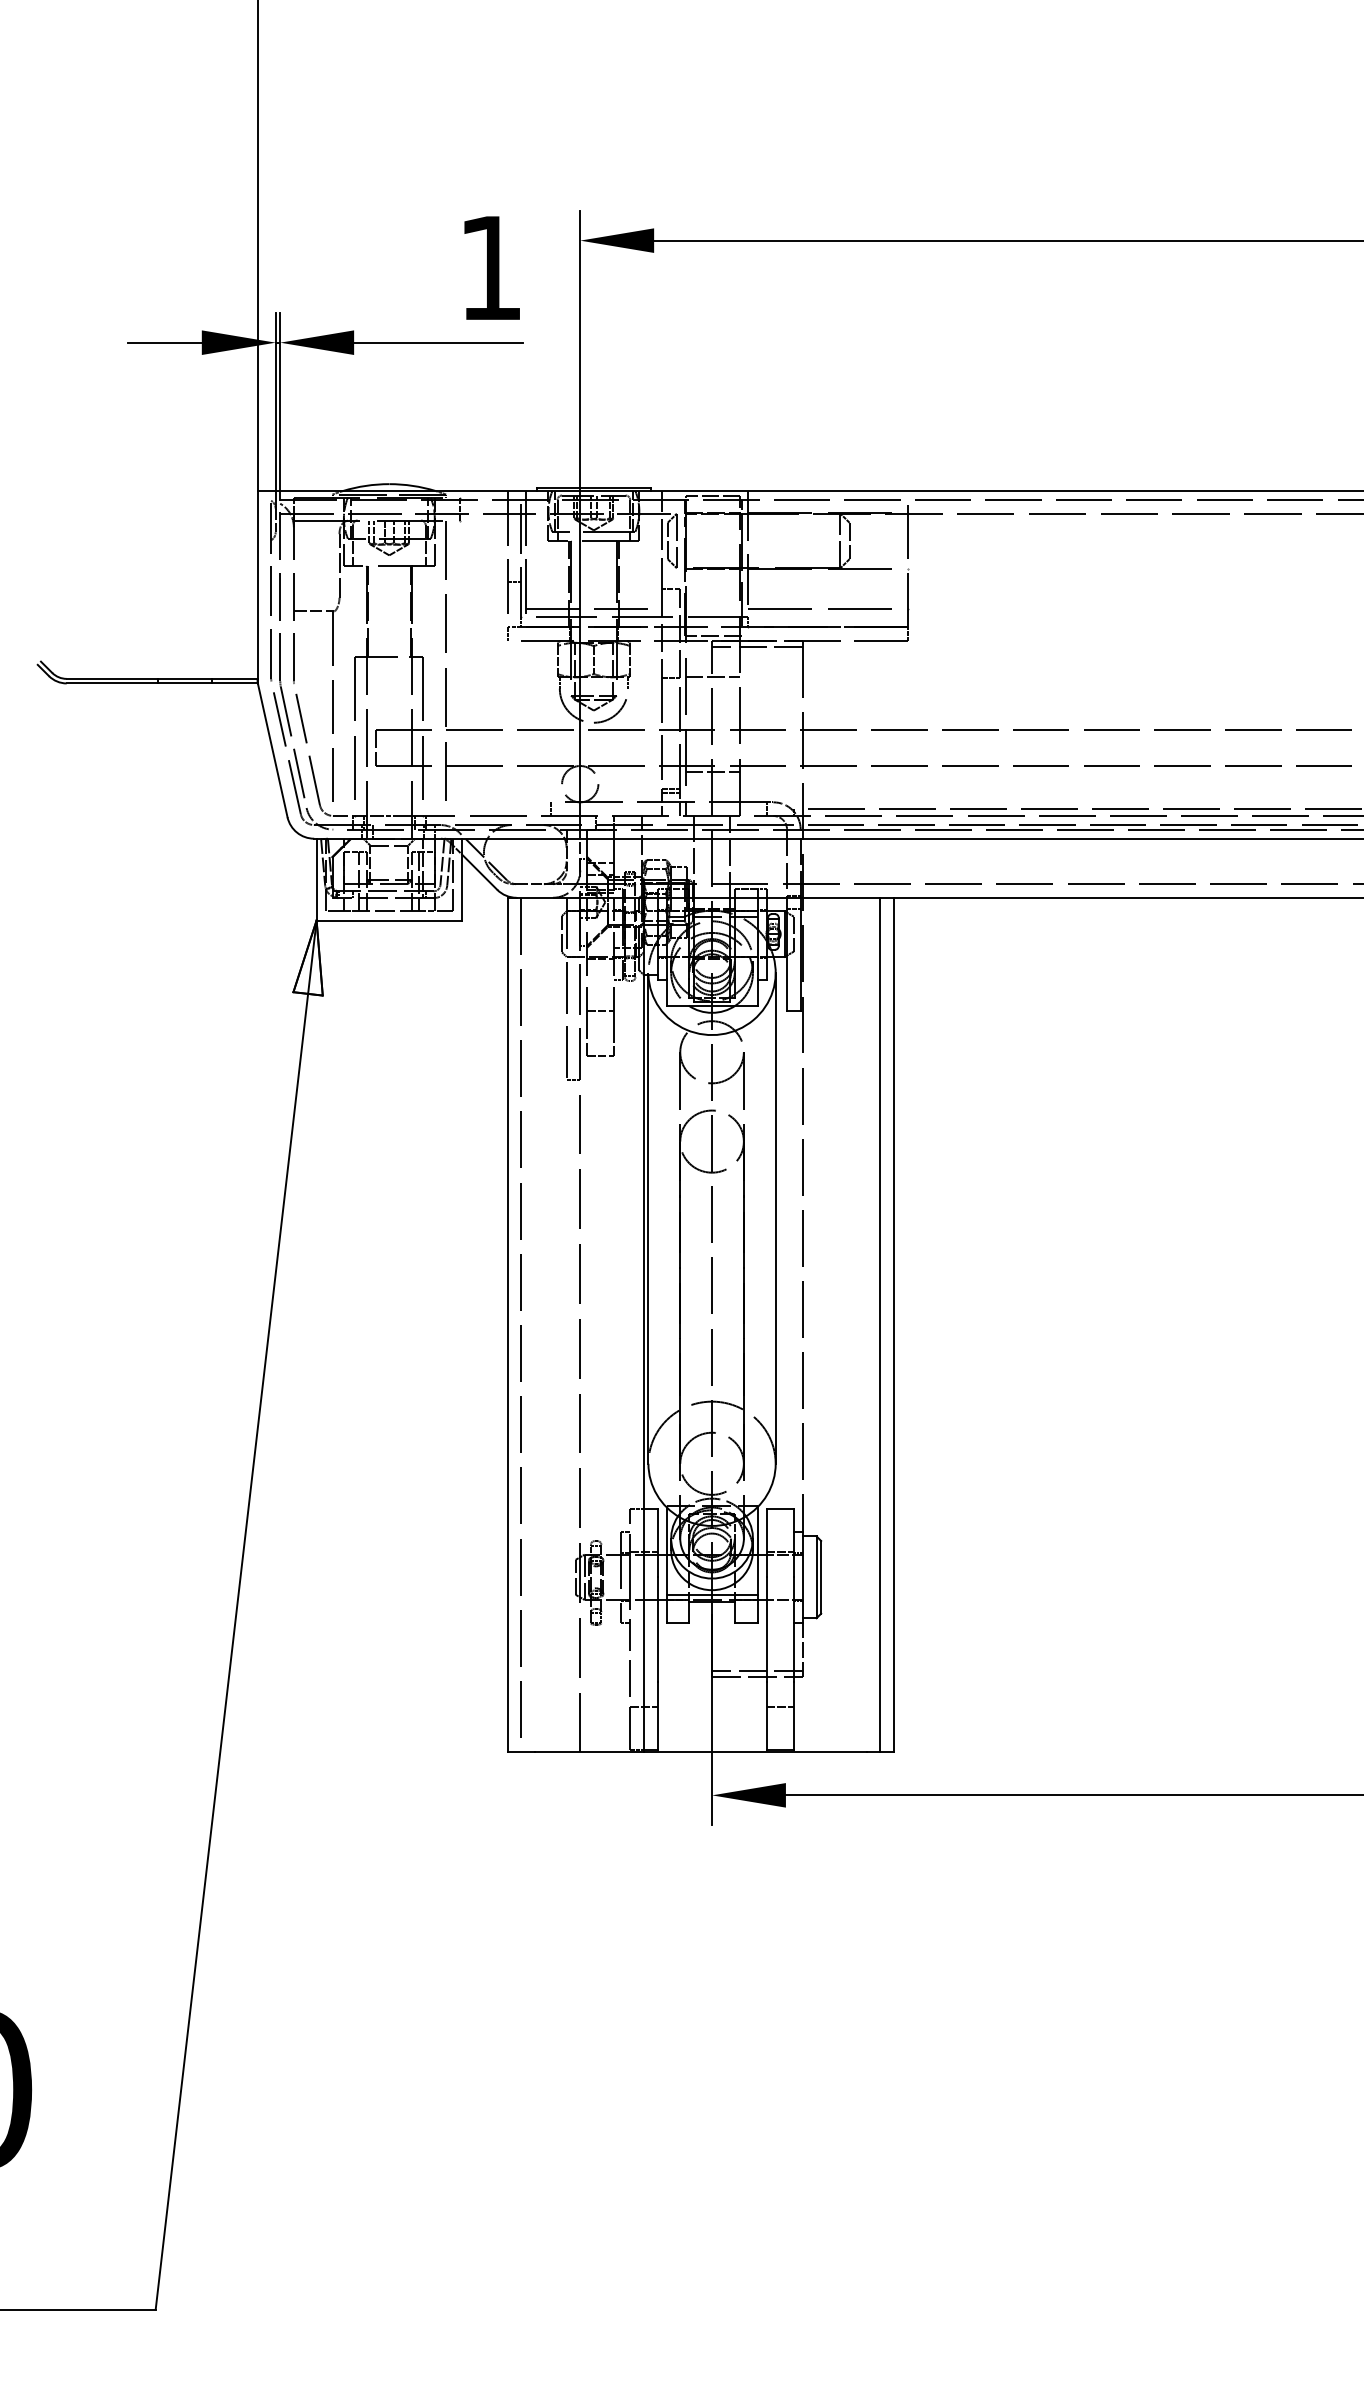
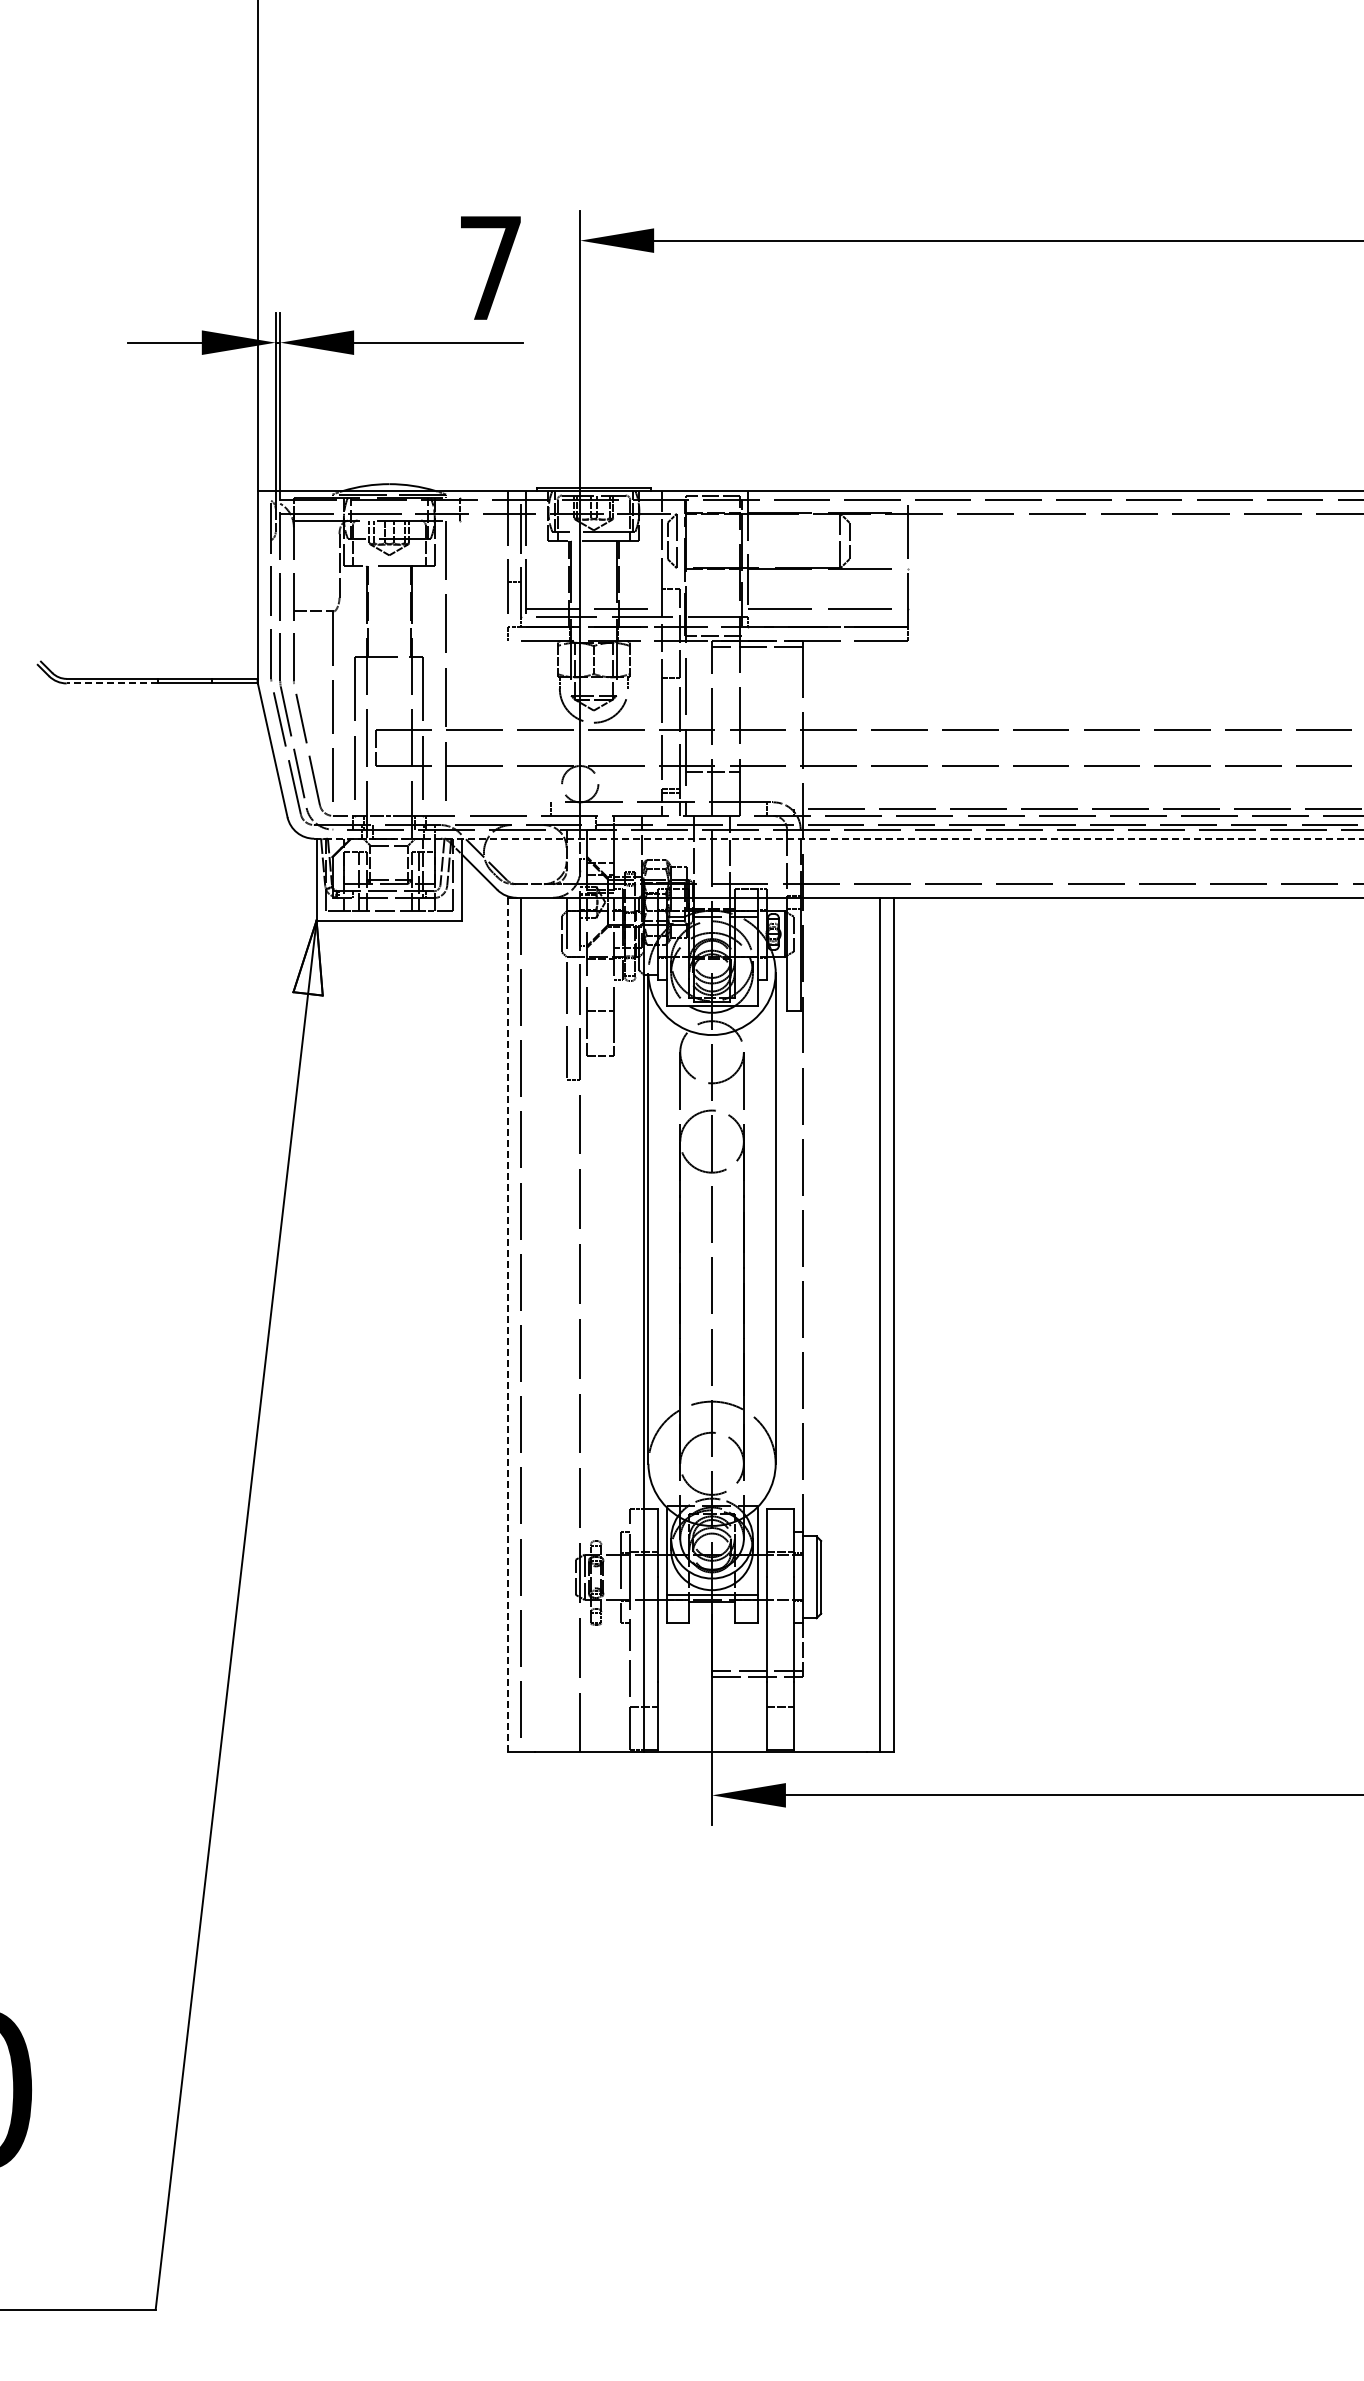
text at (490, 267): 1 -> 7
line at (712, 676): present -> none
line at (111, 683): solid -> dashed
line at (838, 838): solid -> dashed
line at (507, 1324): solid -> dashed
